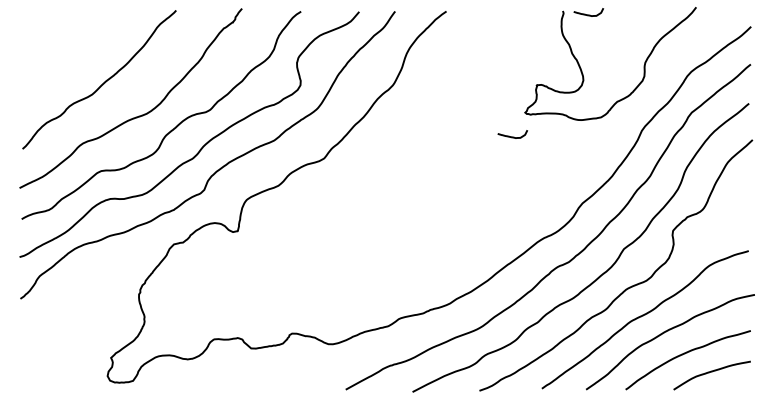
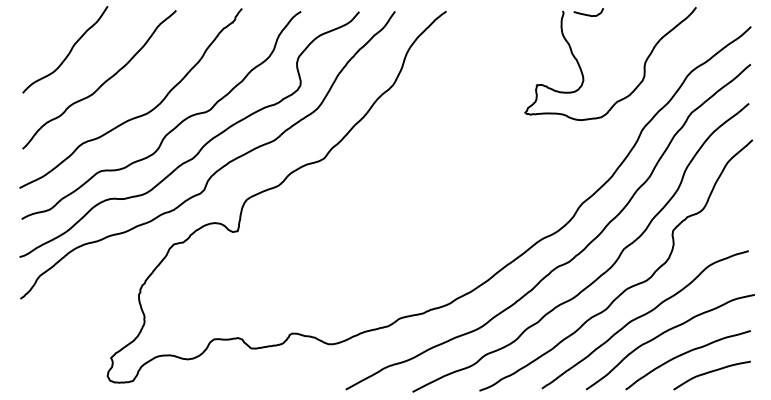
curve at (68, 52): none -> present
curve at (512, 136): present -> none
